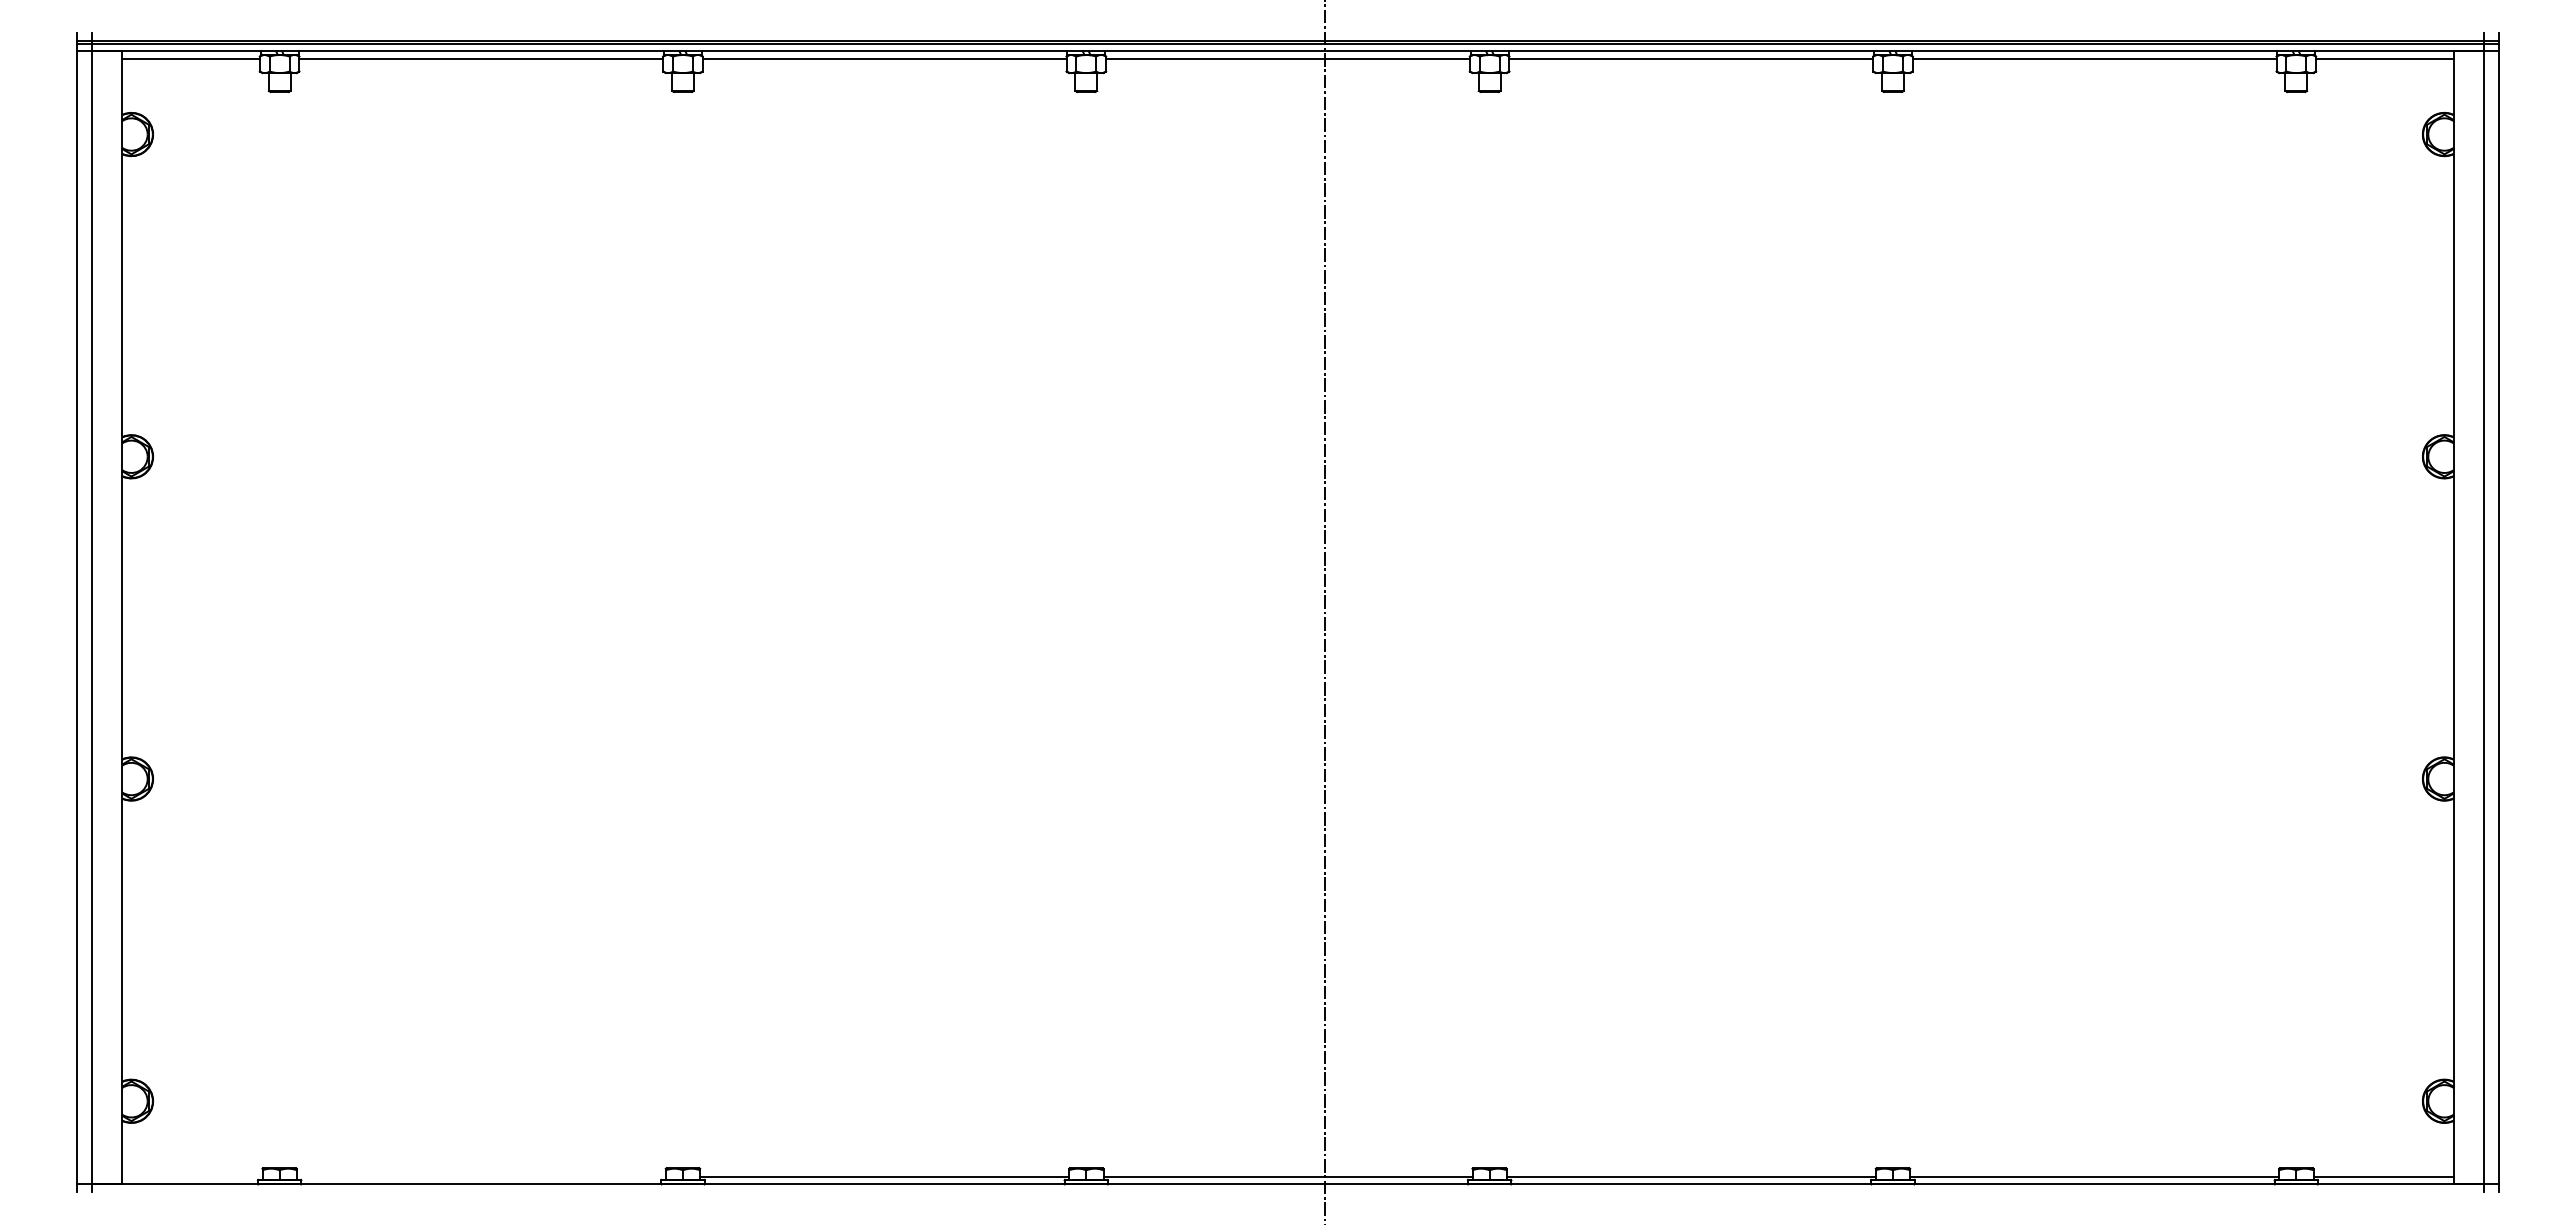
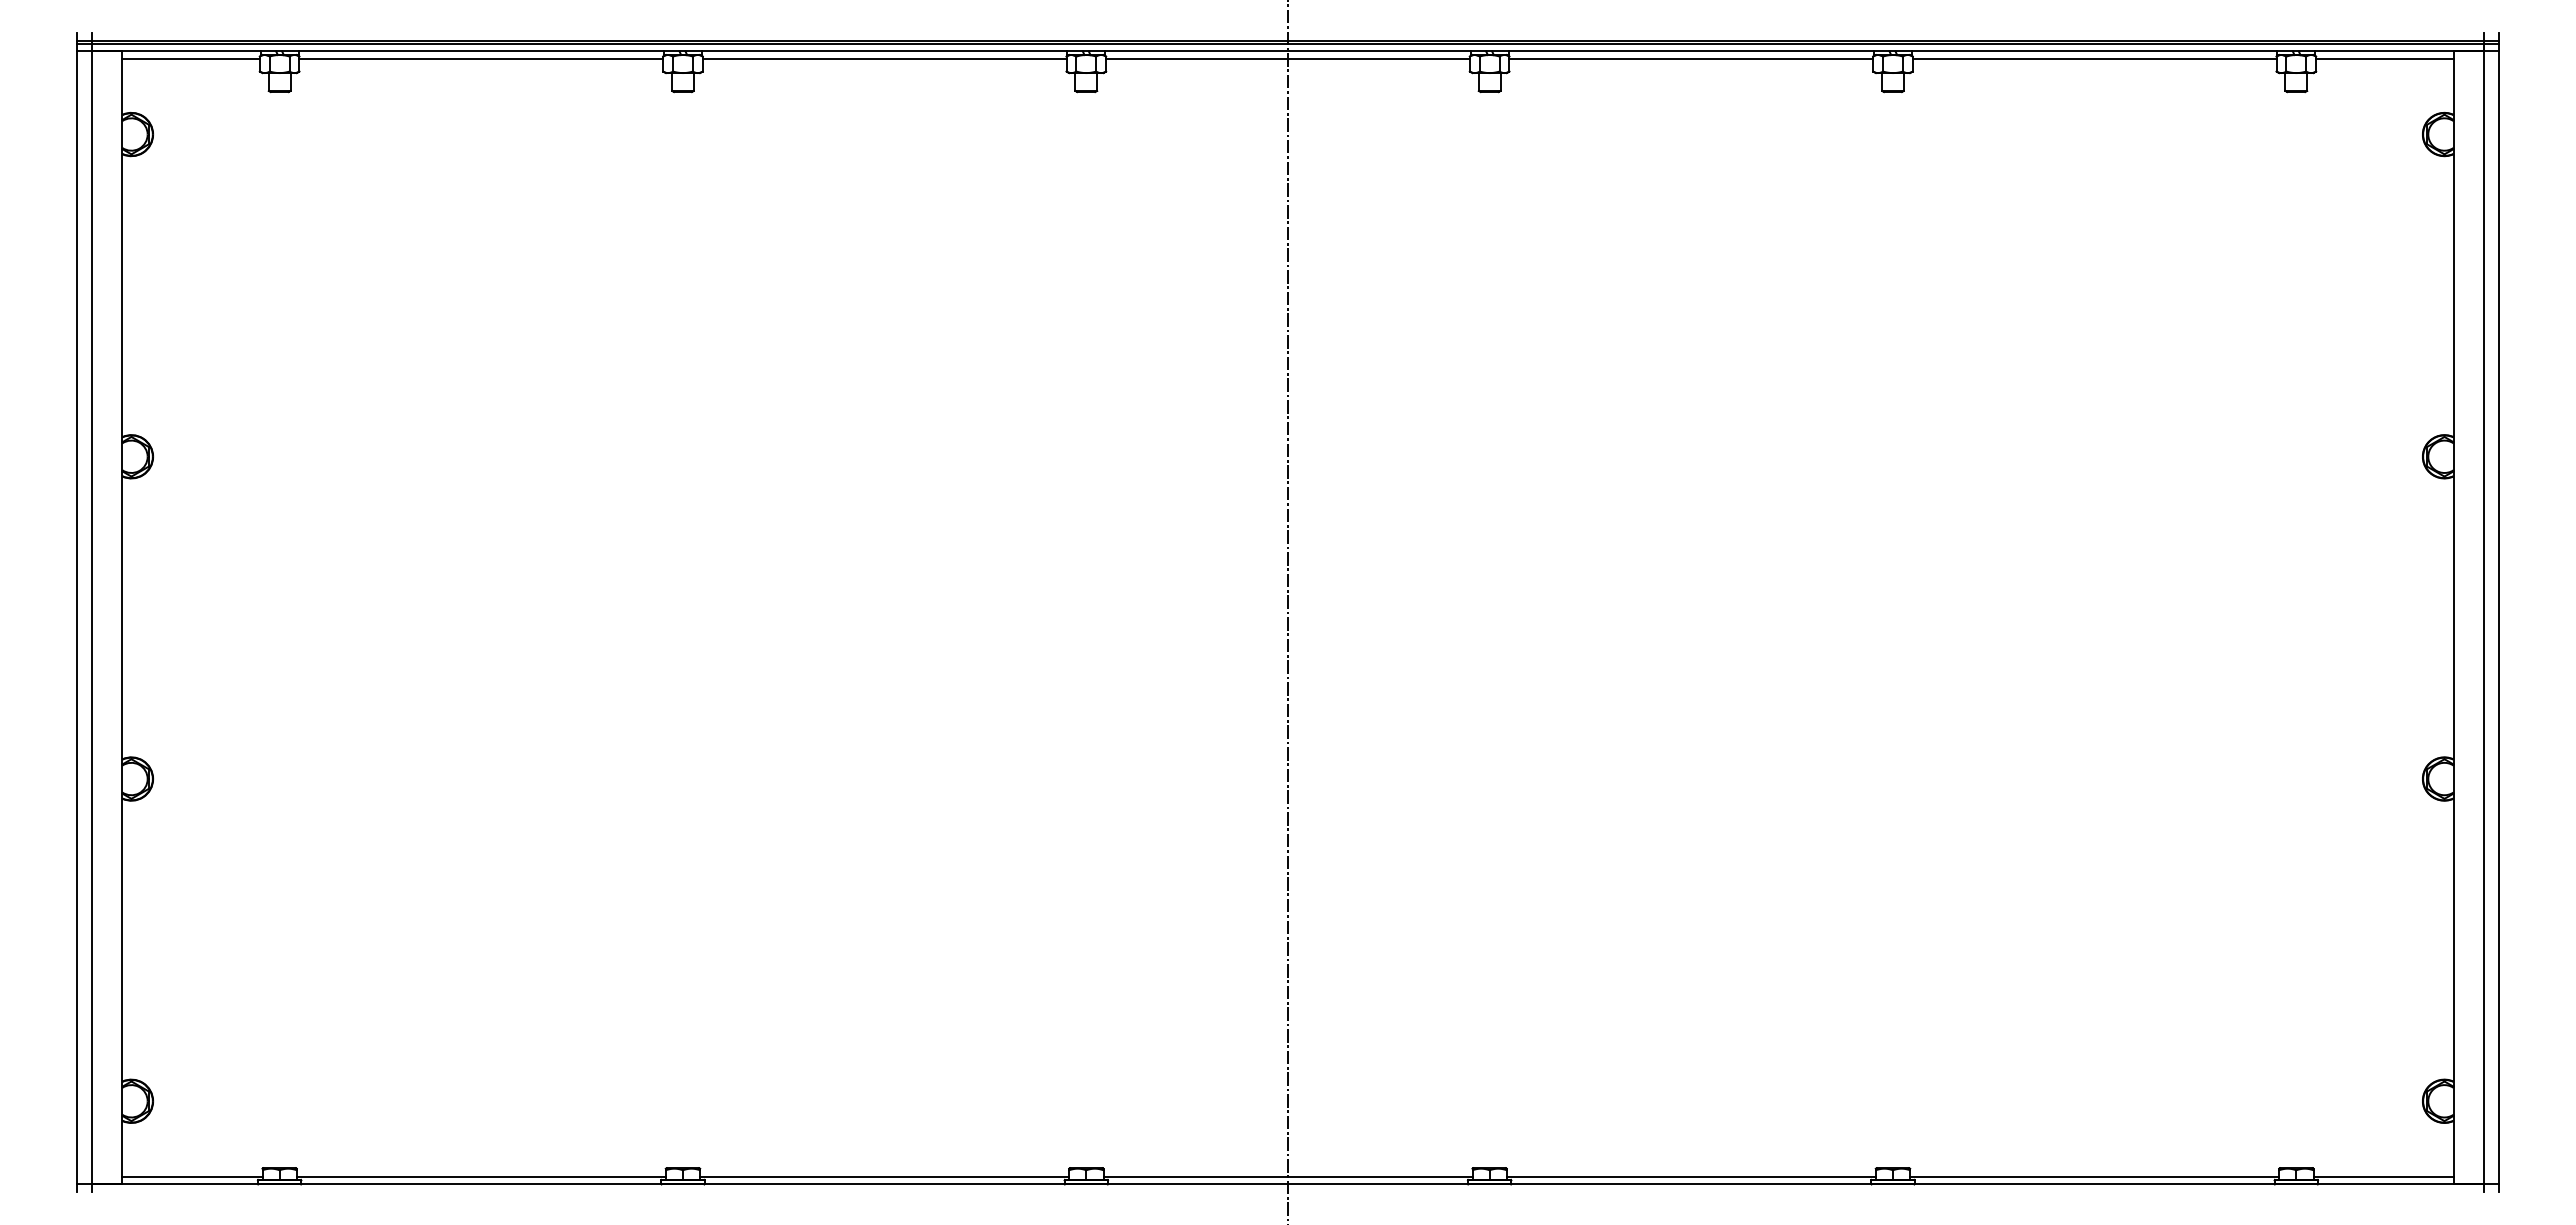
line at (1324, 611) position: (1324, 611) -> (1287, 611)
line at (192, 1177): none -> present
line at (480, 1177): none -> present
